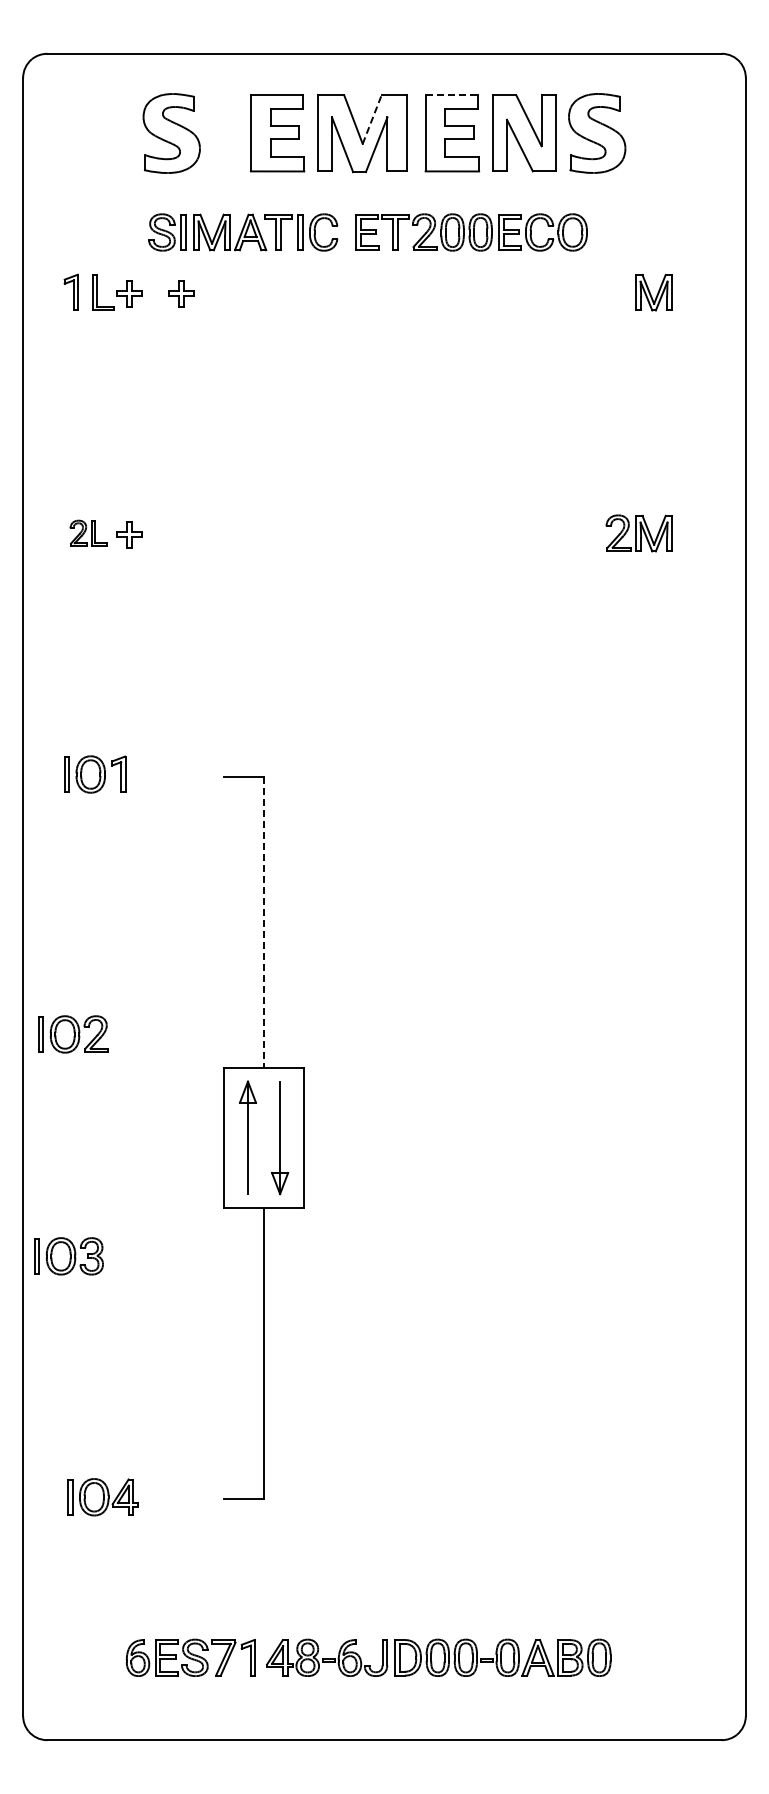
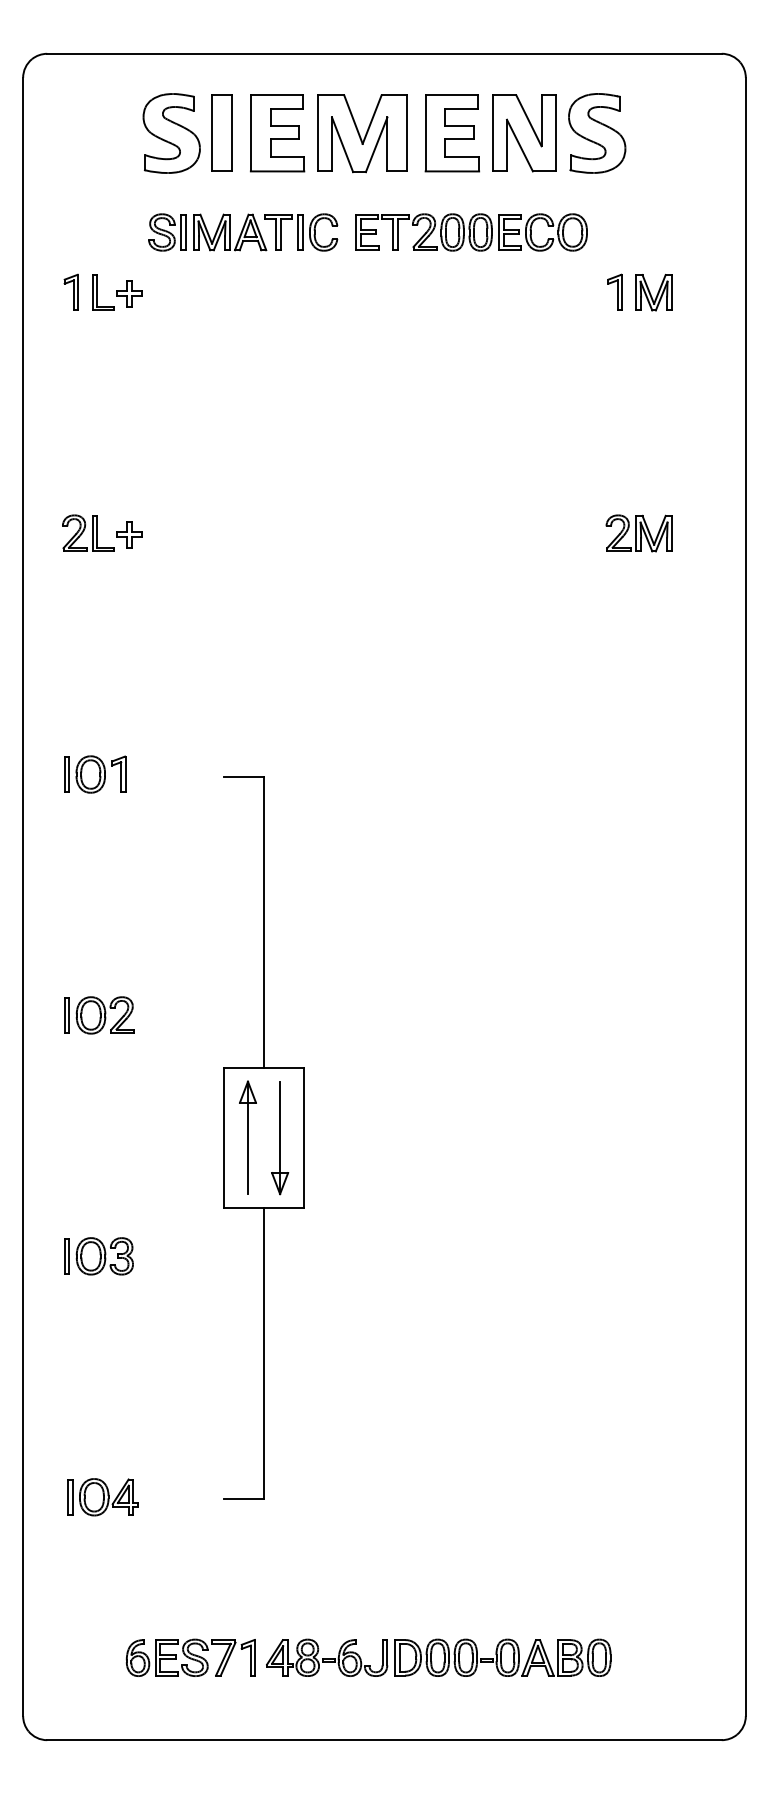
line at (452, 95): dashed -> solid
line at (372, 119): dashed -> solid
part at (221, 132): none -> present
part at (614, 291): none -> present
part at (181, 293): present -> none
part at (88, 532) size: 39x28 px -> 53x38 px
line at (264, 922): dashed -> solid
part at (73, 1034) position: (73, 1034) -> (99, 1015)
part at (68, 1256) position: (68, 1256) -> (98, 1256)
